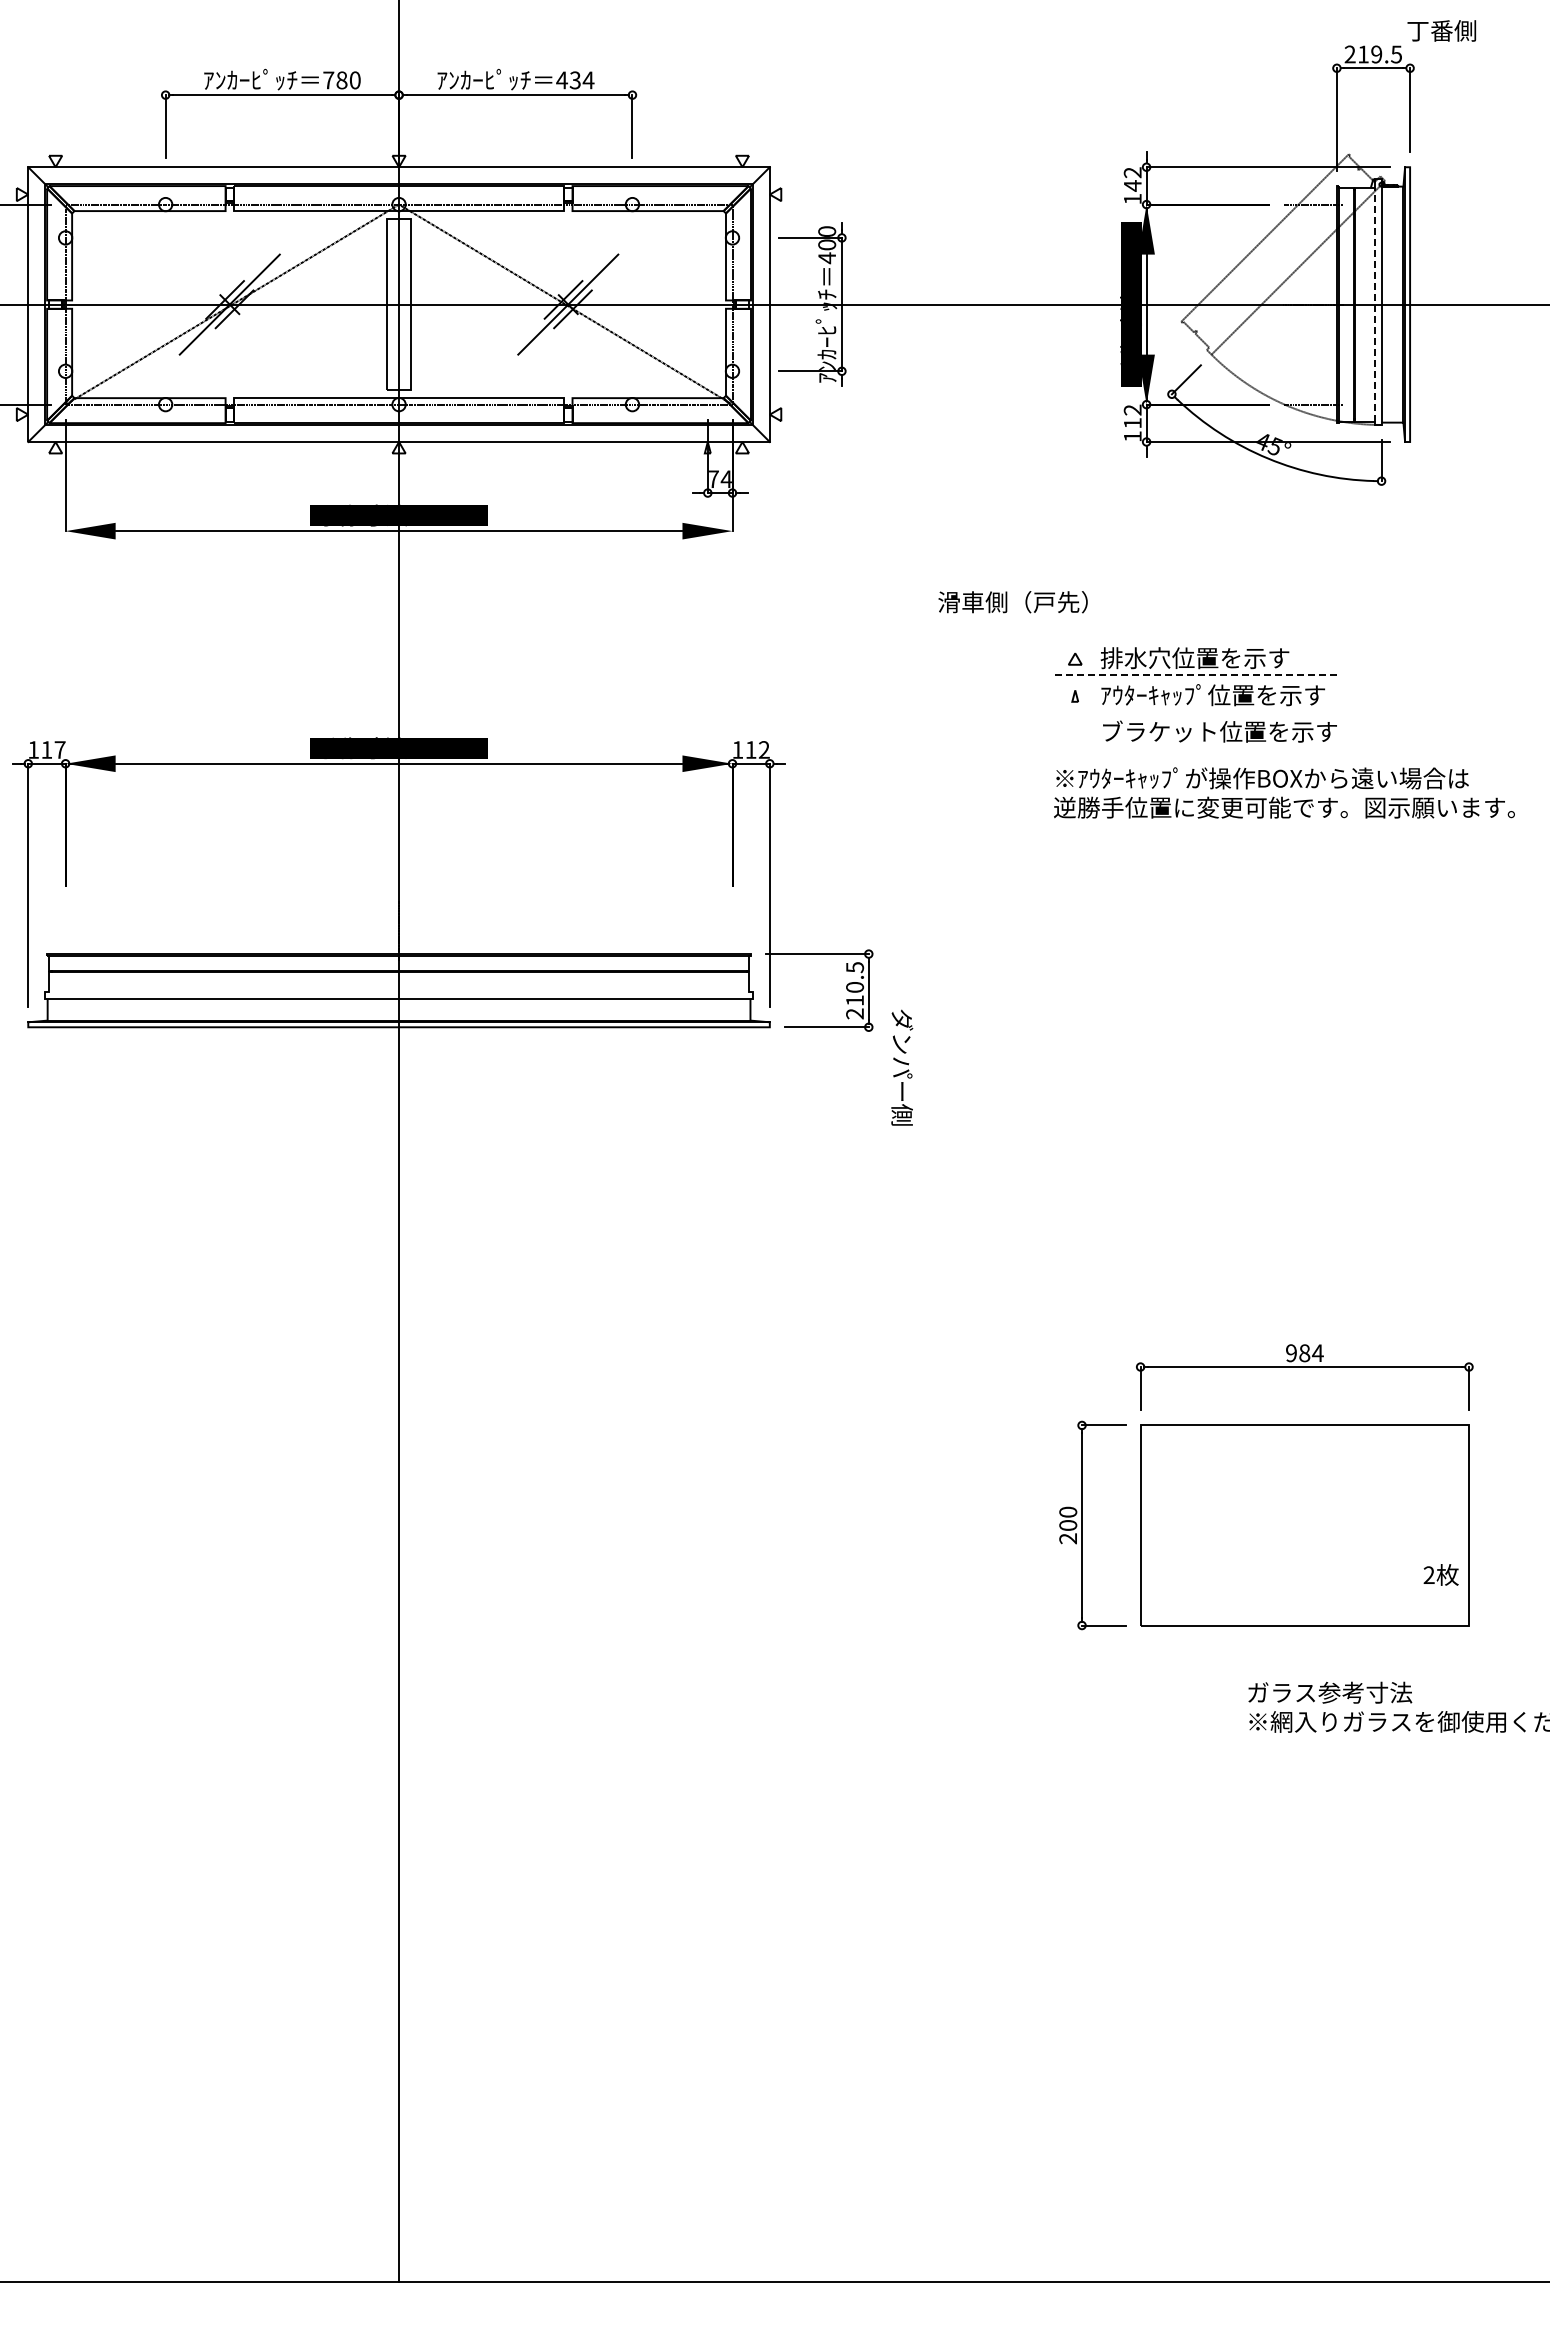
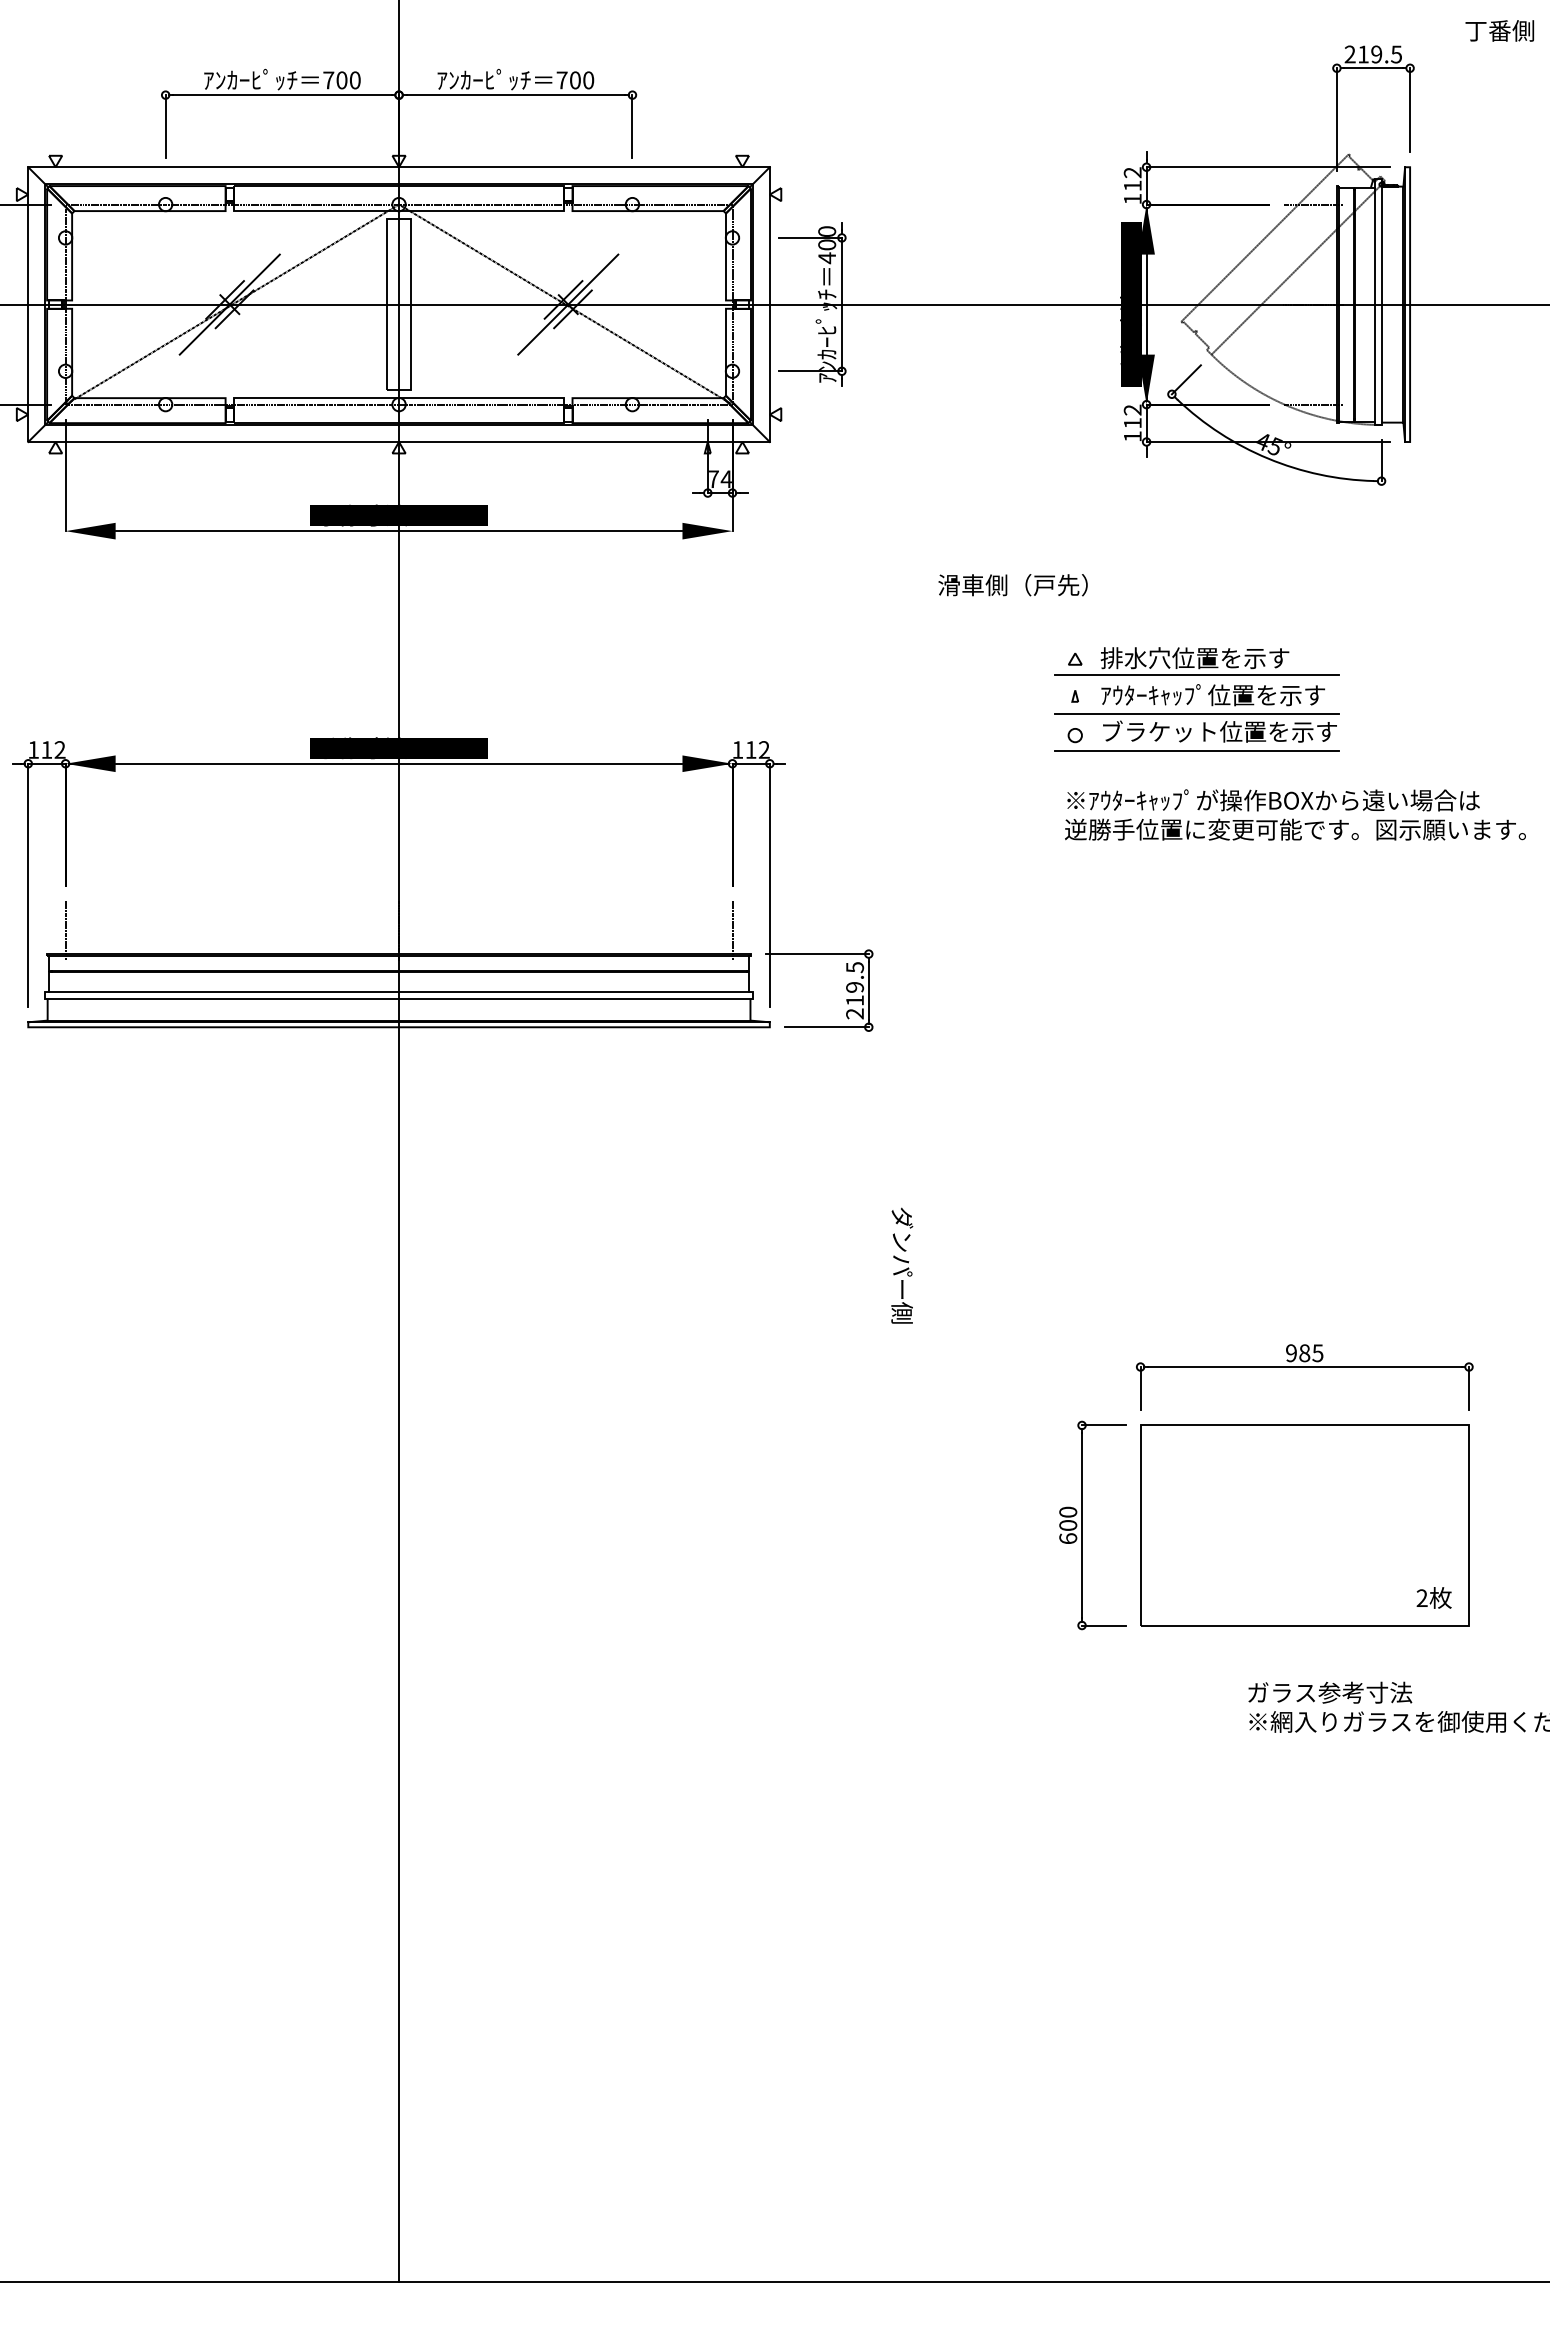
text at (1441, 30) position: (1441, 30) -> (1499, 30)
text at (341, 80): 780 -> 700
text at (575, 80): 434 -> 700
text at (1132, 185): 142 -> 112
line at (1374, 304): dashed -> solid
text at (1012, 602) position: (1012, 602) -> (1012, 585)
line at (1196, 674): dashed -> solid
line at (1196, 713): none -> present
text at (59, 749): 117 -> 112
part at (1196, 750): none -> present
text at (1284, 792) position: (1284, 792) -> (1295, 814)
line at (65, 930): none -> present
line at (732, 930): none -> present
text at (854, 987): 210.5 -> 219.5
line at (398, 992): none -> present
text at (902, 1067) position: (902, 1067) -> (902, 1265)
text at (1317, 1353): 984 -> 985
text at (1068, 1538): 200 -> 600
text at (1440, 1574) position: (1440, 1574) -> (1433, 1597)
